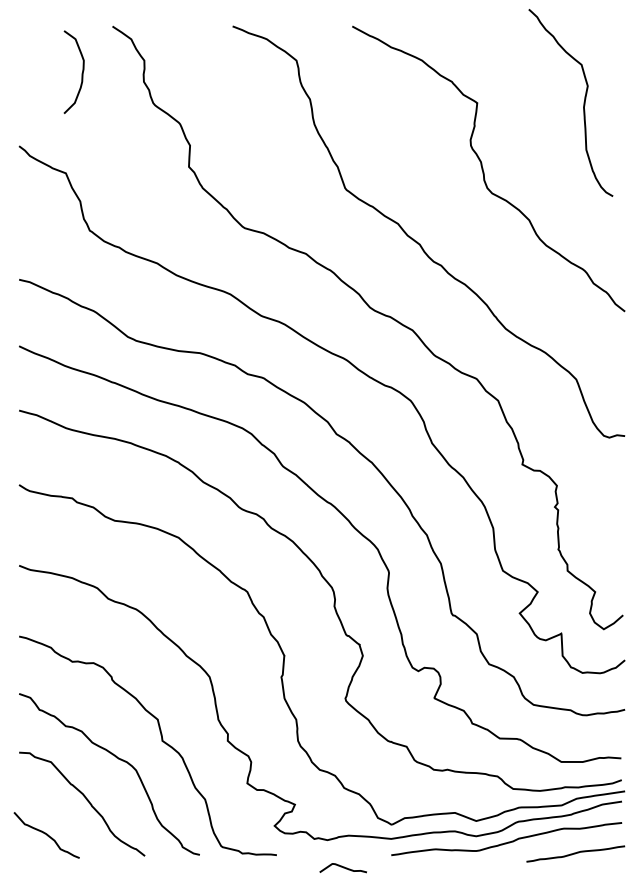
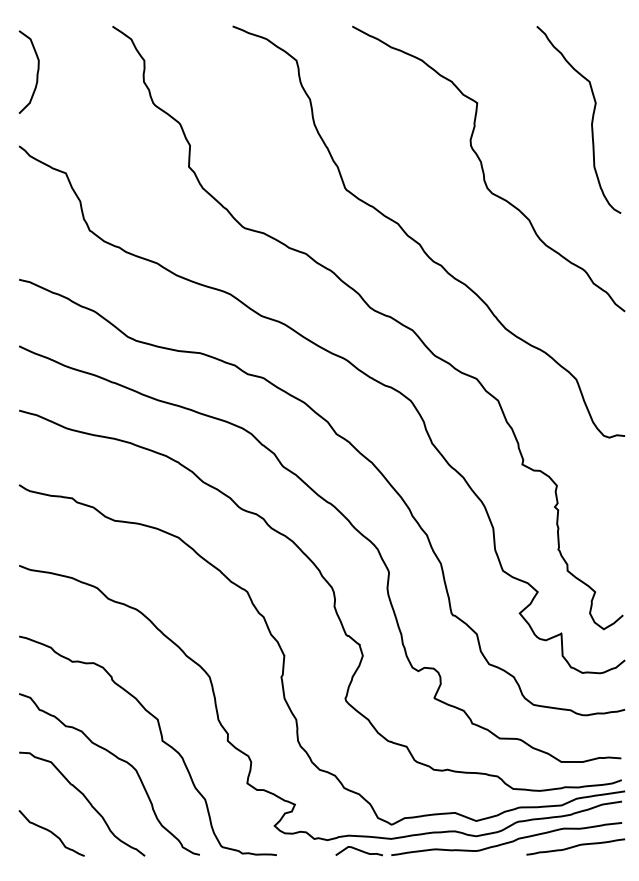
curve at (81, 73) position: (81, 73) -> (36, 73)
curve at (583, 102) position: (583, 102) -> (591, 119)
curve at (46, 835) position: (46, 835) -> (51, 833)
curve at (575, 853) position: (575, 853) -> (575, 846)
curve at (342, 867) position: (342, 867) -> (358, 850)
